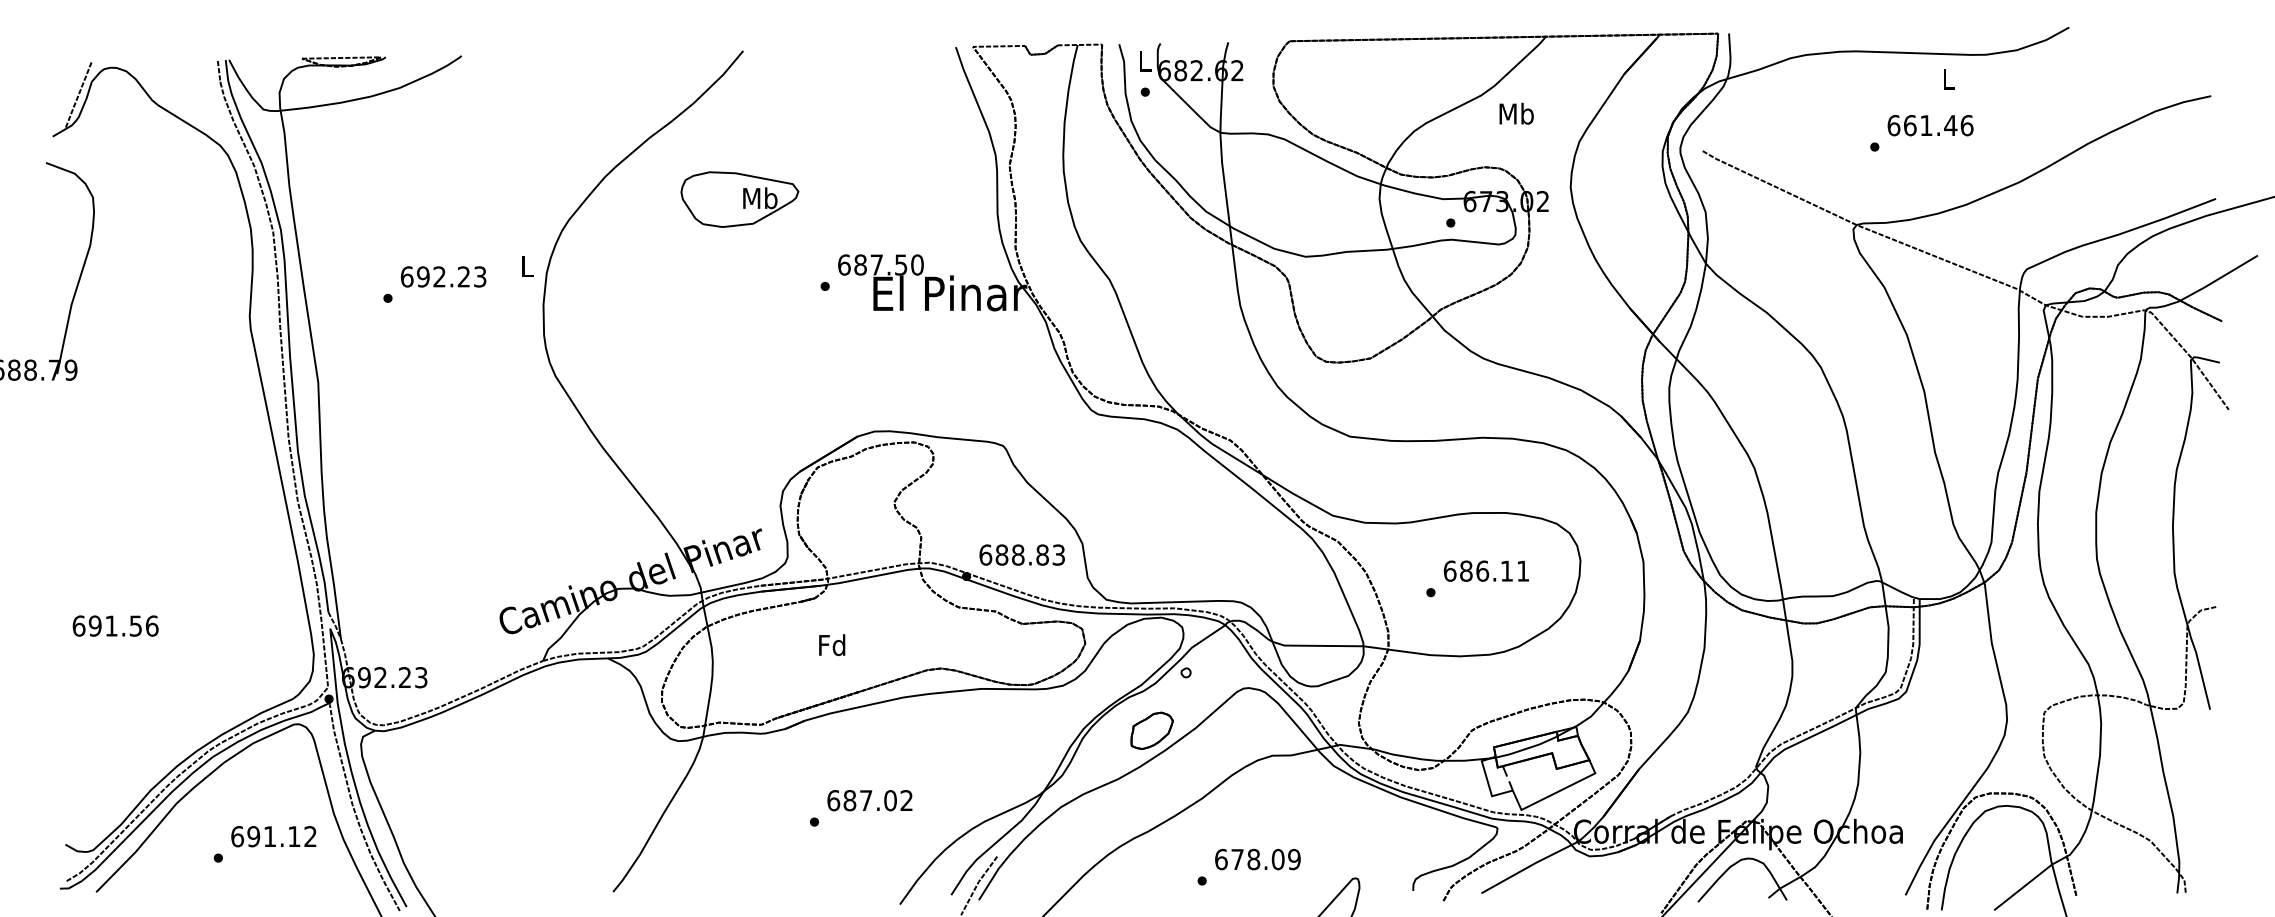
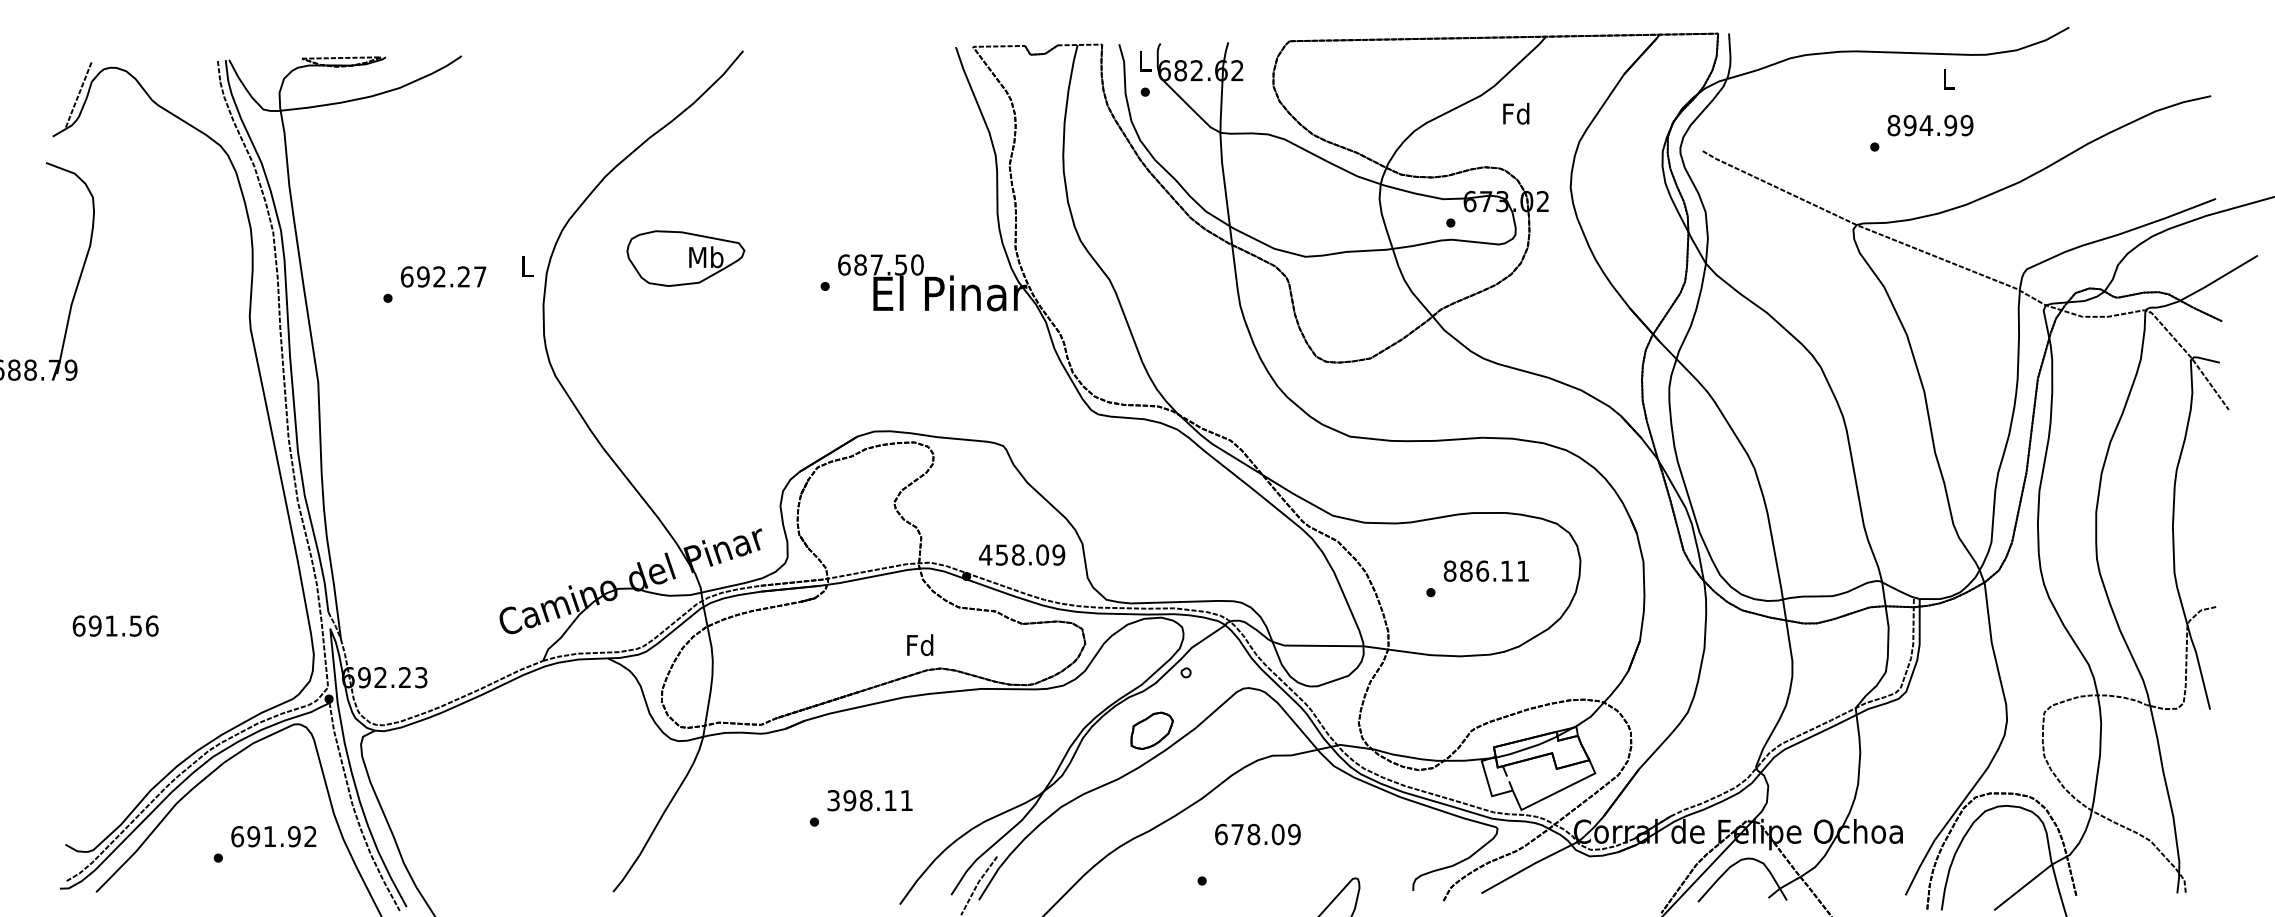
text at (1516, 113): Mb -> Fd
text at (1930, 125): 661.46 -> 894.99
part at (739, 199) position: (739, 199) -> (685, 258)
text at (480, 276): 692.23 -> 692.27
text at (1022, 554): 688.83 -> 458.09
text at (1449, 570): 686.11 -> 886.11
text at (832, 645) position: (832, 645) -> (920, 645)
text at (869, 800): 687.02 -> 398.11
text at (294, 836): 691.12 -> 691.92
text at (1257, 859) position: (1257, 859) -> (1257, 834)
